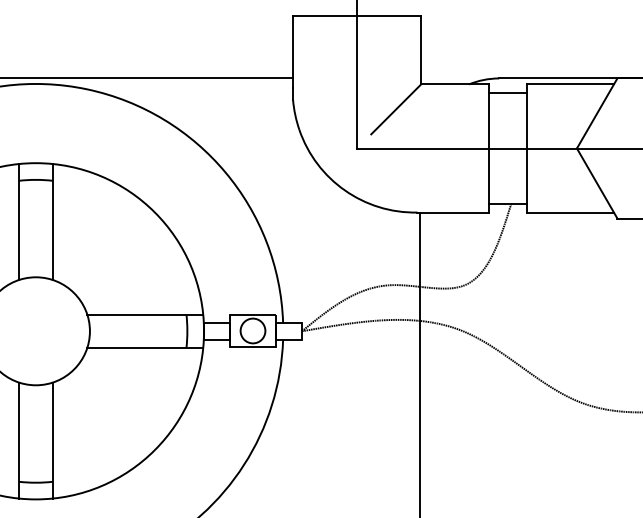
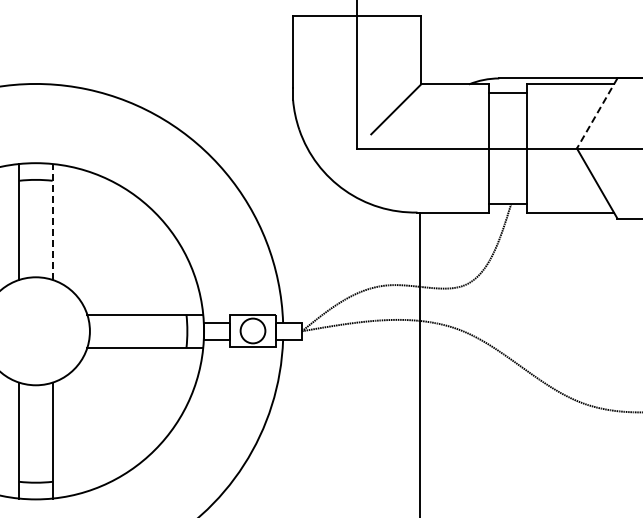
line at (147, 78): present -> none
line at (596, 113): solid -> dashed
line at (52, 221): solid -> dashed
